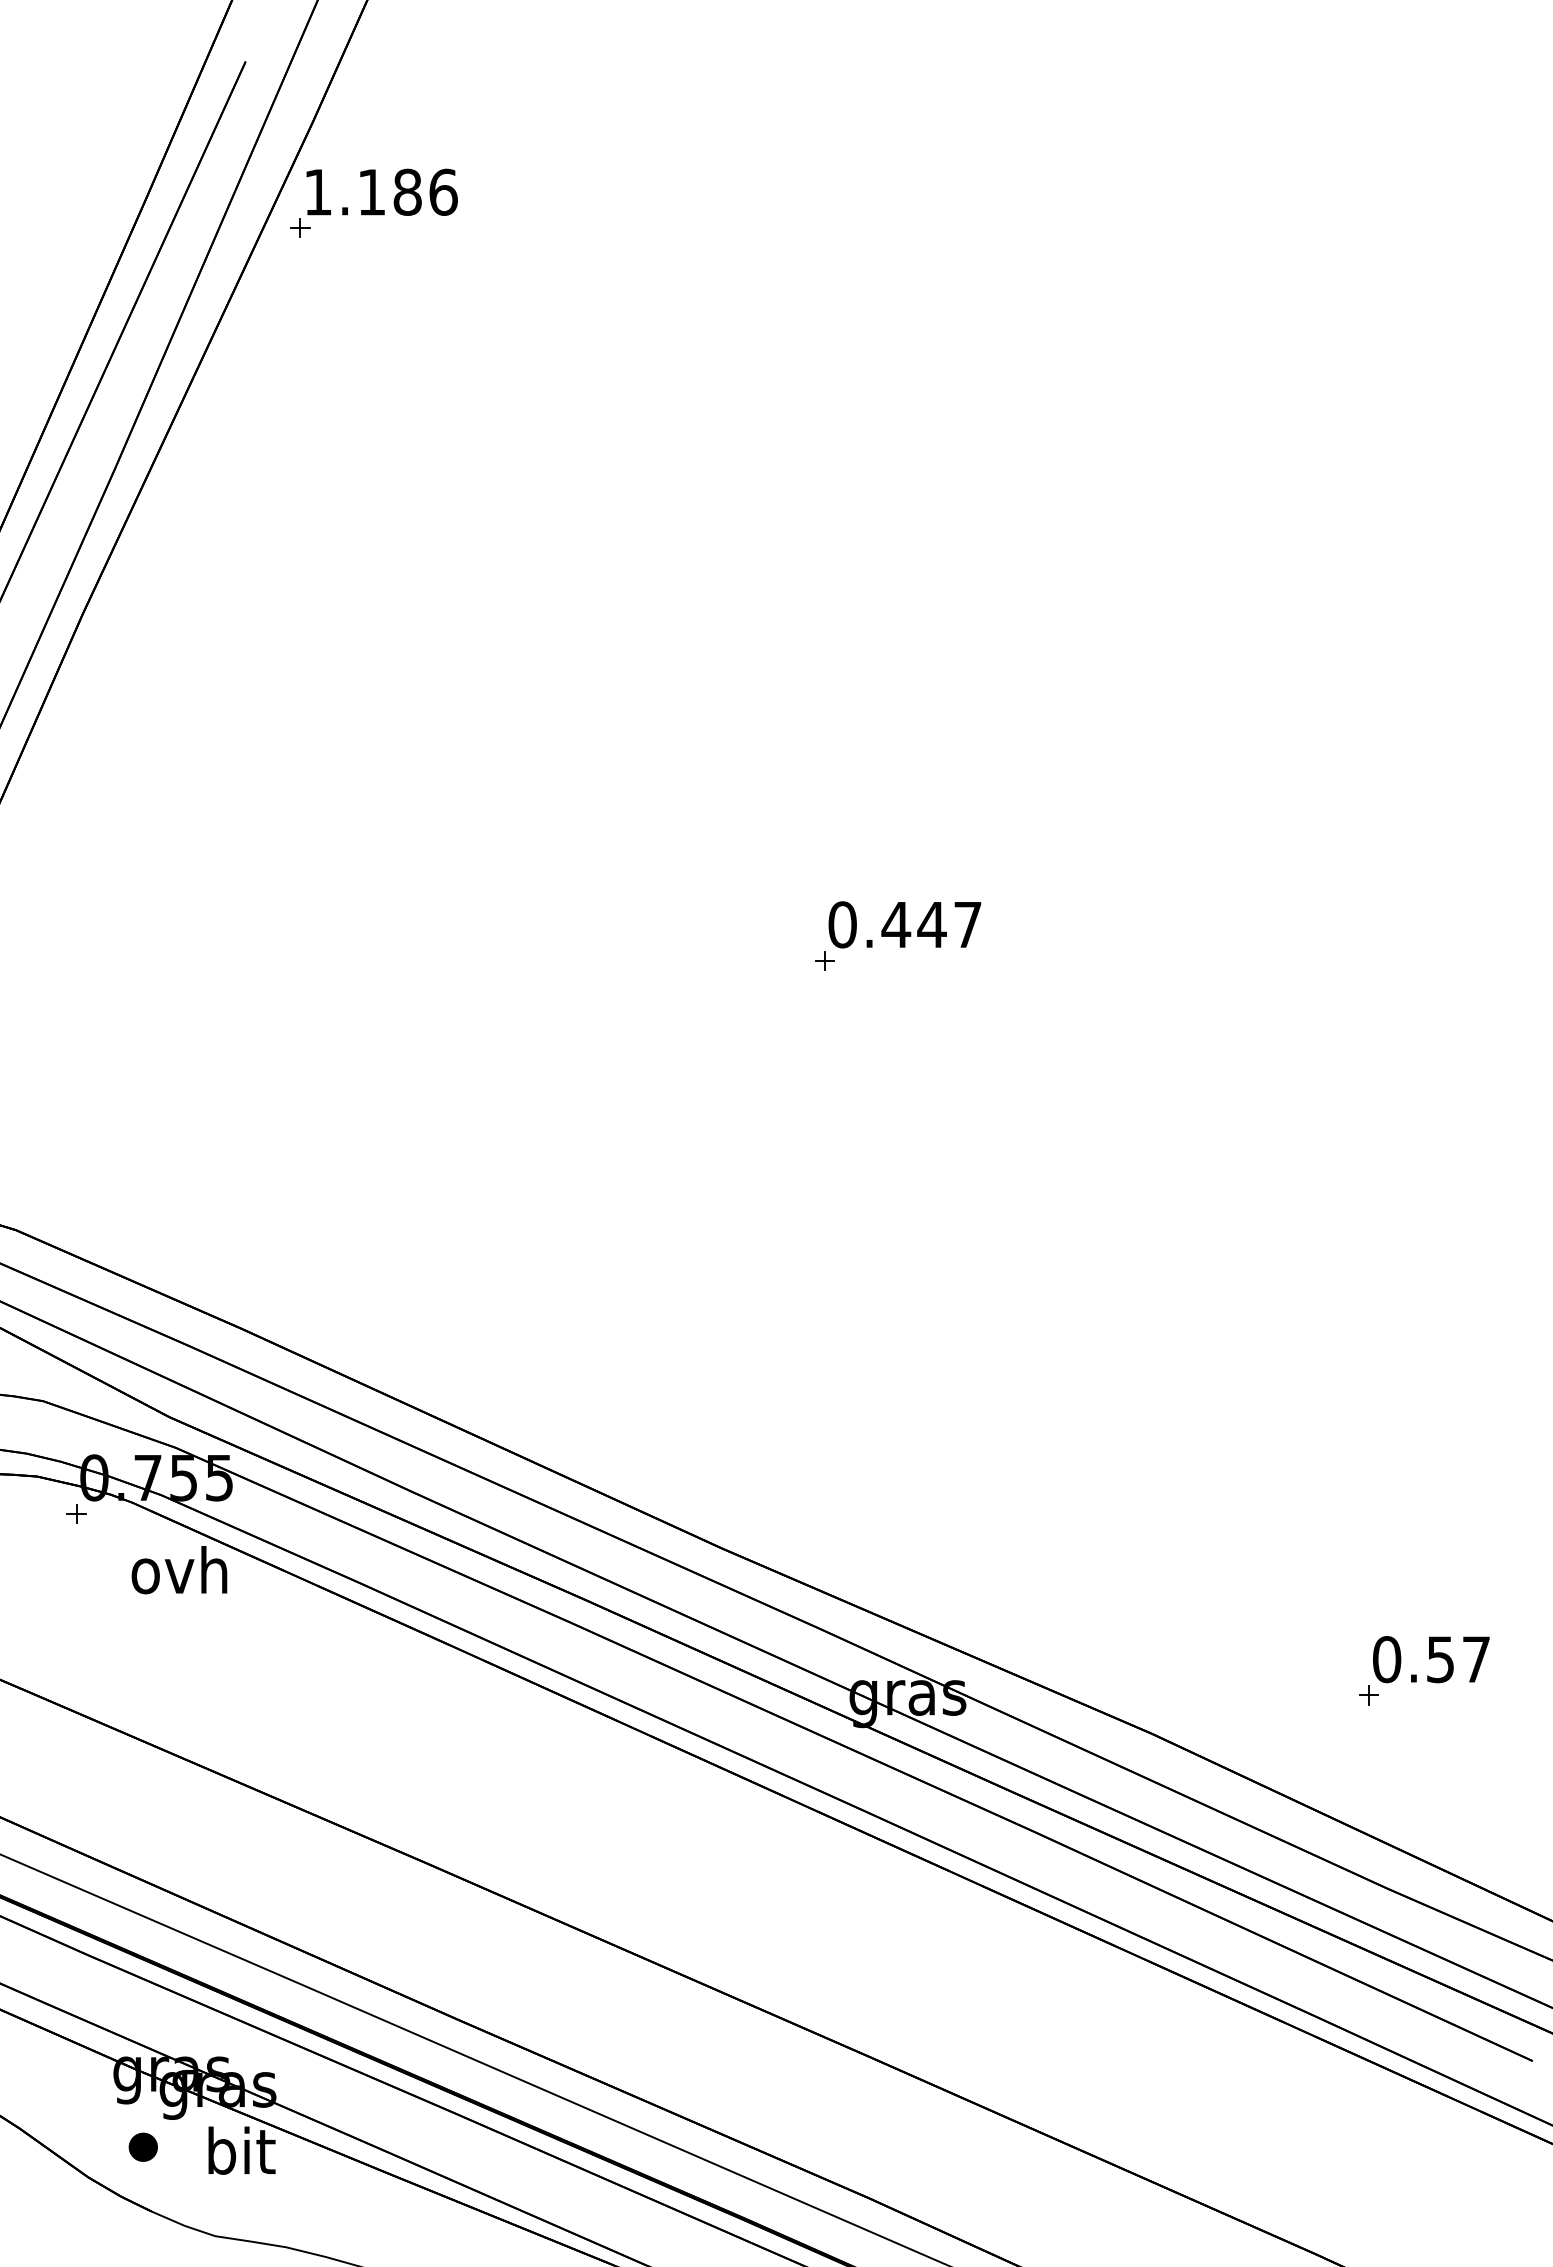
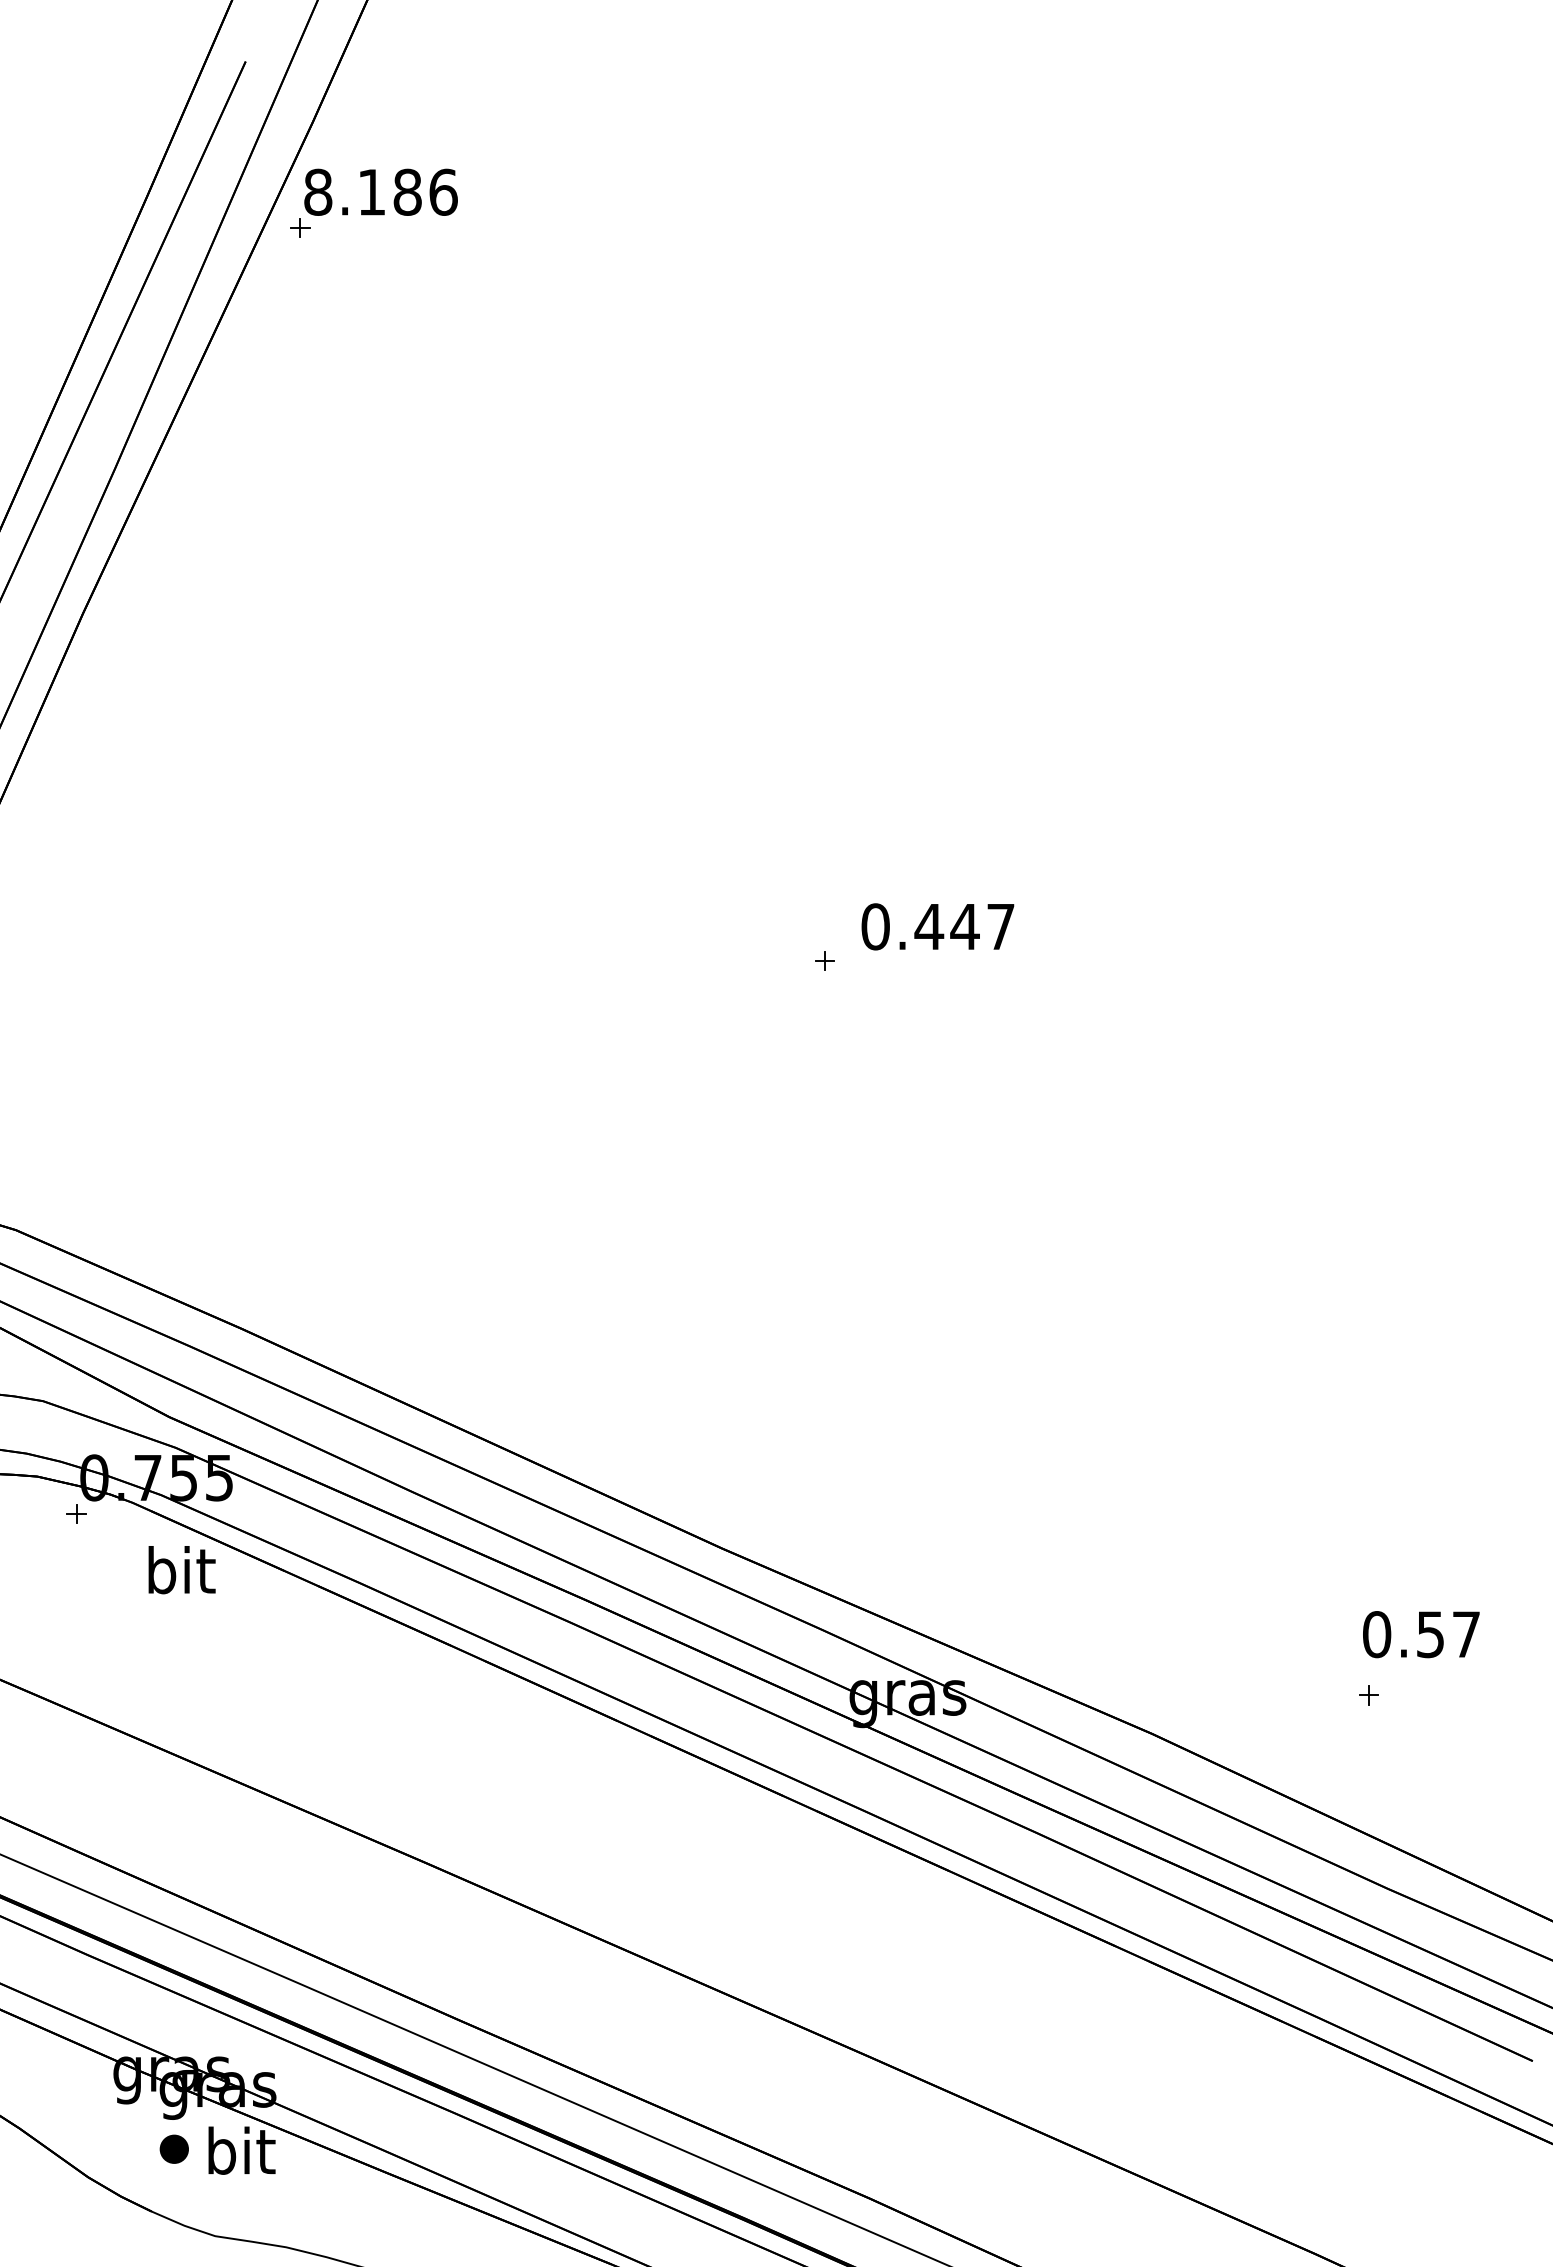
text at (318, 191): 1.186 -> 8.186
text at (904, 924) position: (904, 924) -> (937, 926)
text at (179, 1570): ovh -> bit
text at (1431, 1659) position: (1431, 1659) -> (1421, 1634)
part at (142, 2146) position: (142, 2146) -> (173, 2148)
